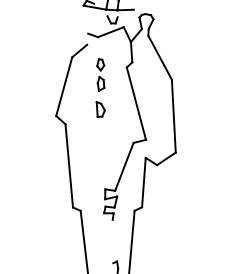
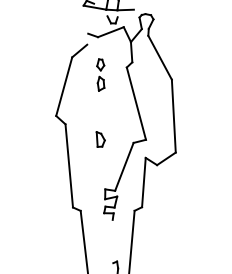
part at (100, 109) position: (100, 109) -> (100, 139)
